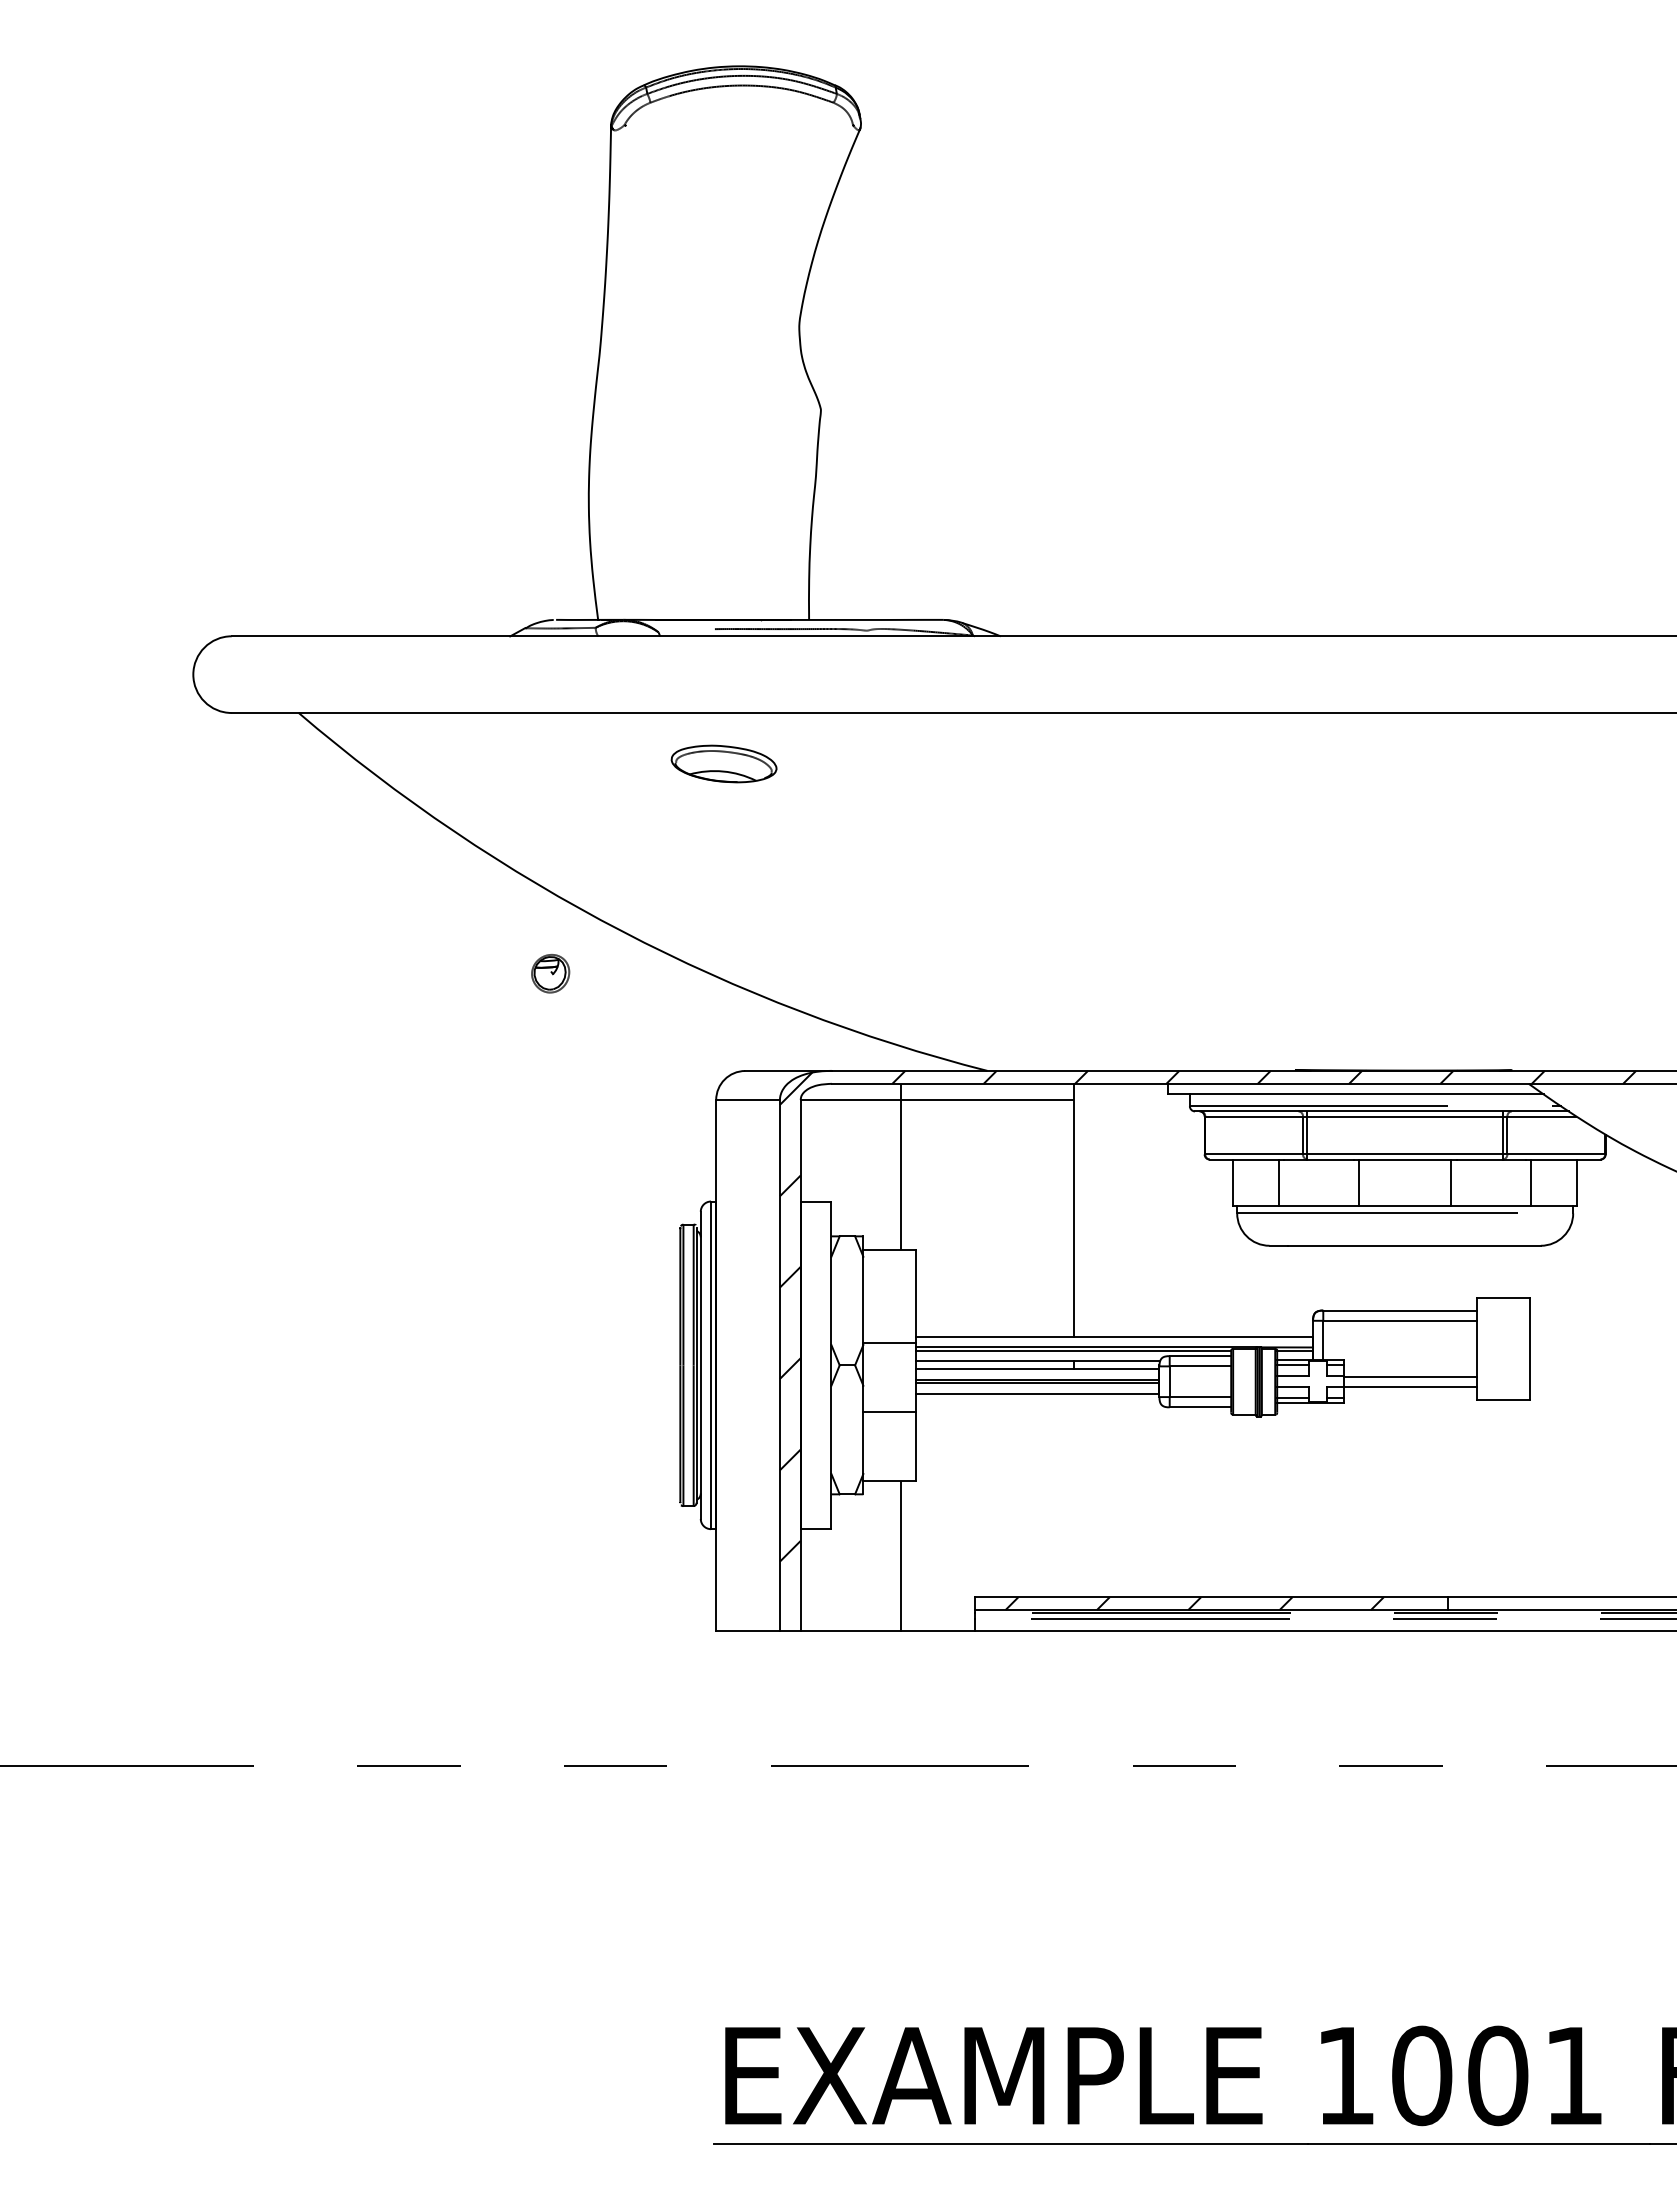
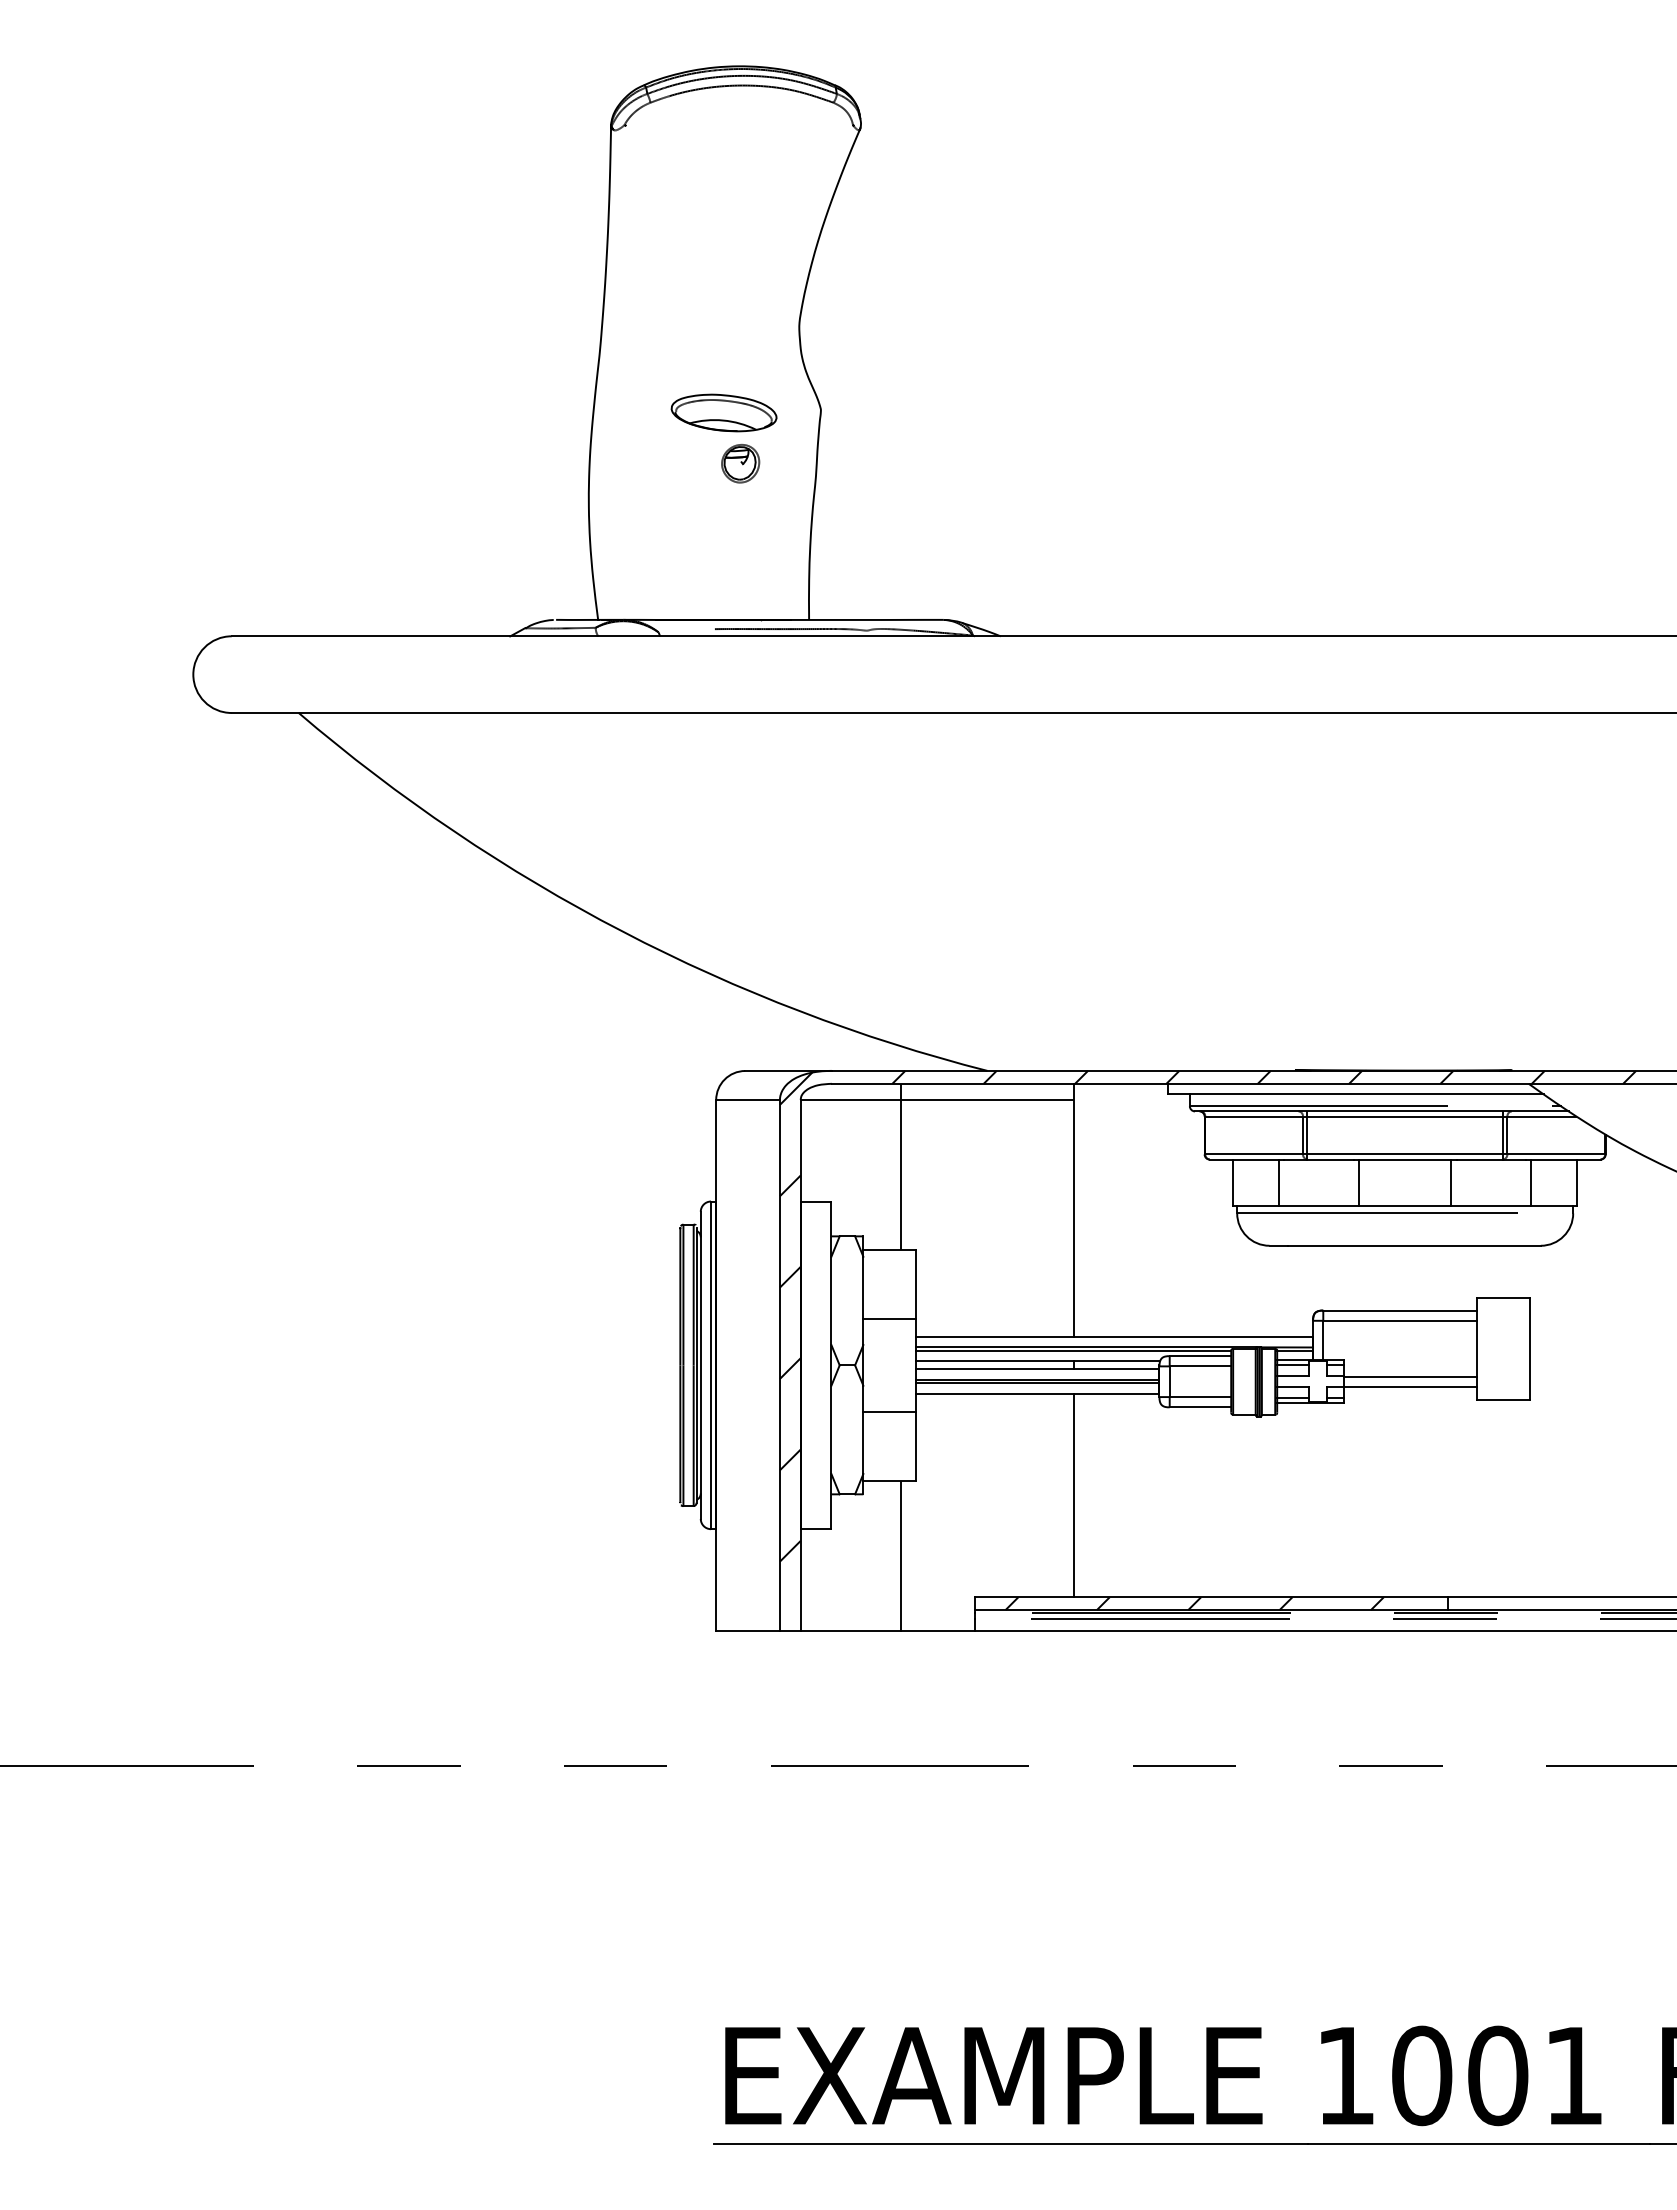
part at (723, 763) position: (723, 763) -> (723, 412)
part at (550, 973) position: (550, 973) -> (740, 463)
line at (889, 1343) position: (889, 1343) -> (889, 1319)
line at (1073, 1495): none -> present
